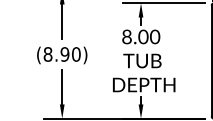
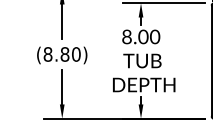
text at (64, 54): (8.90) -> (8.80)
